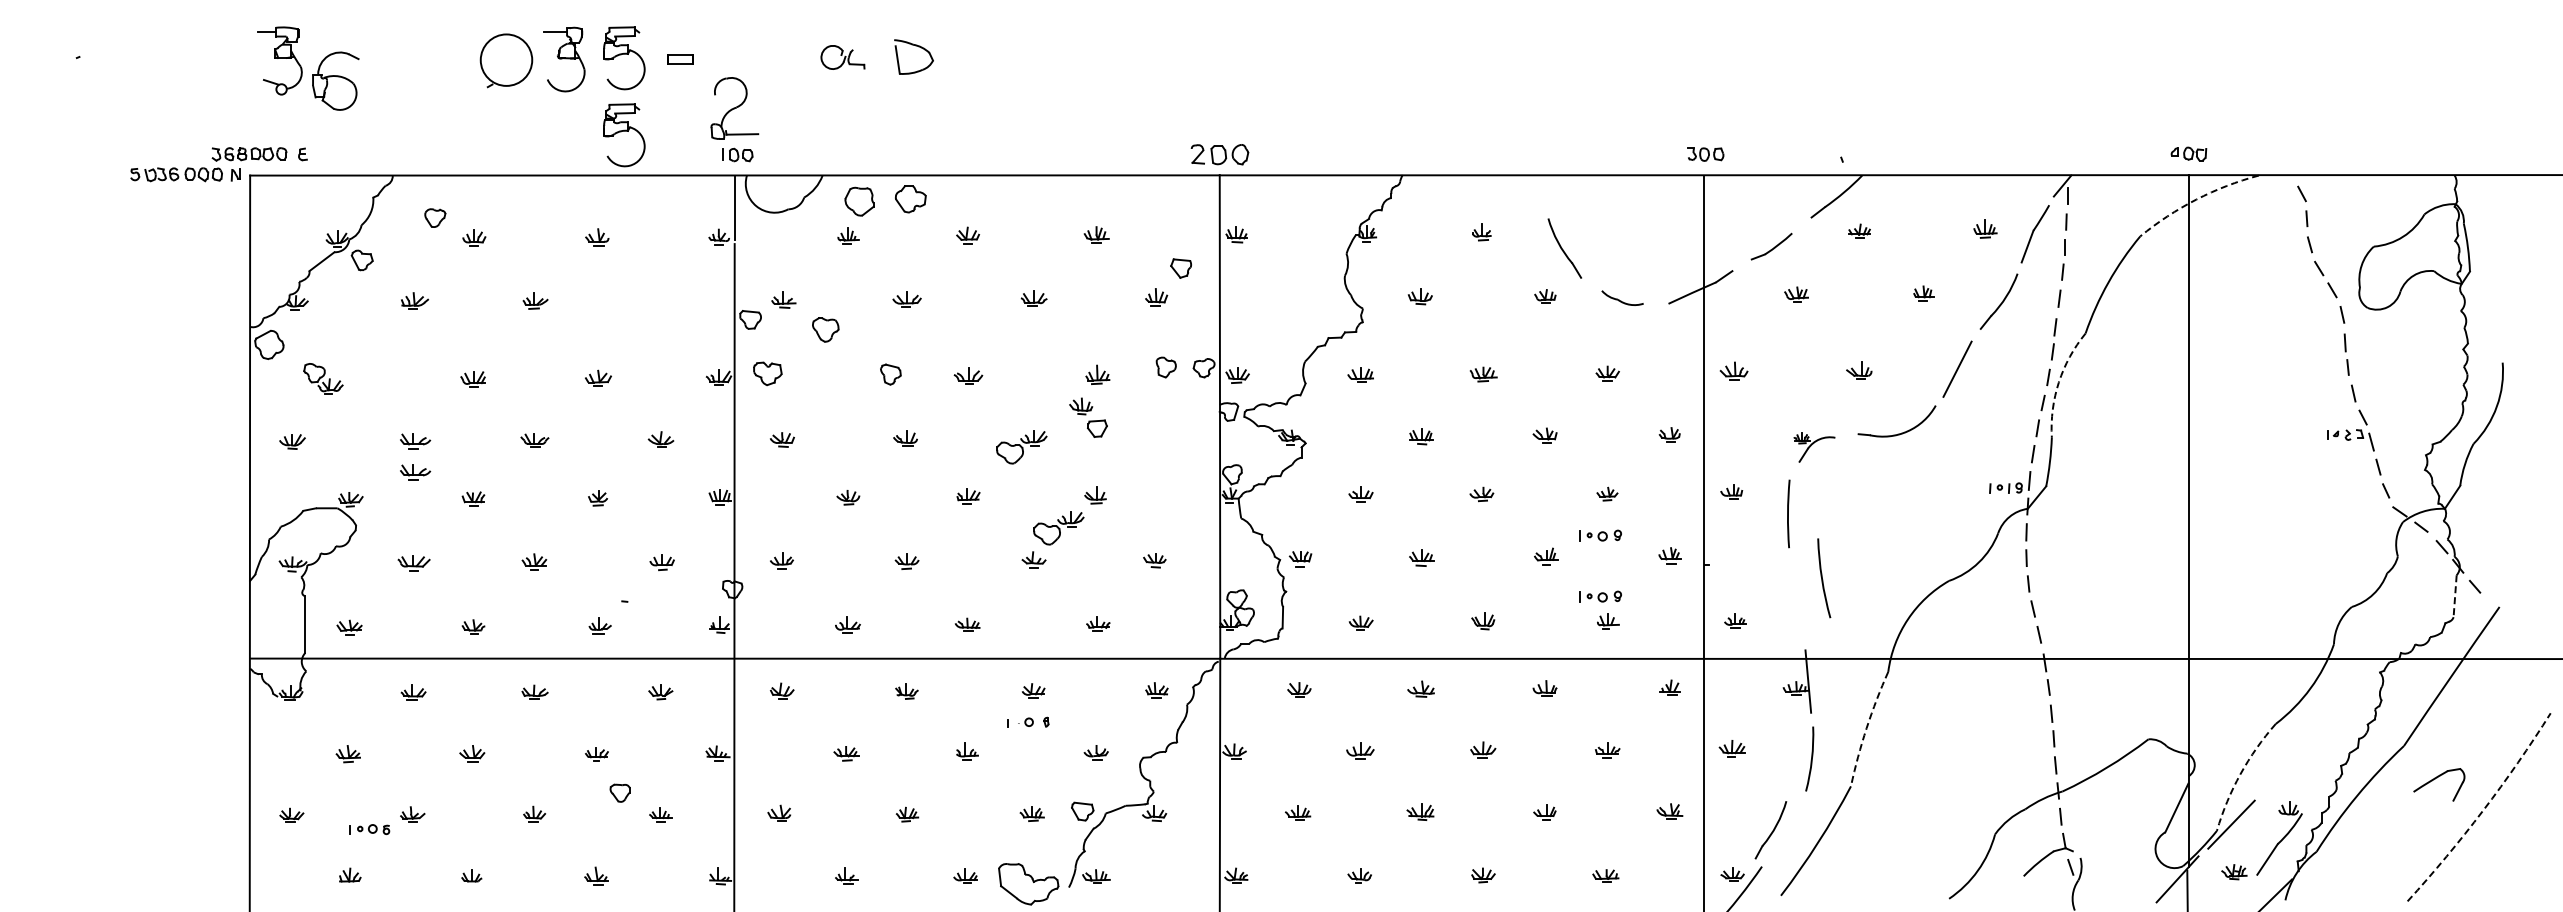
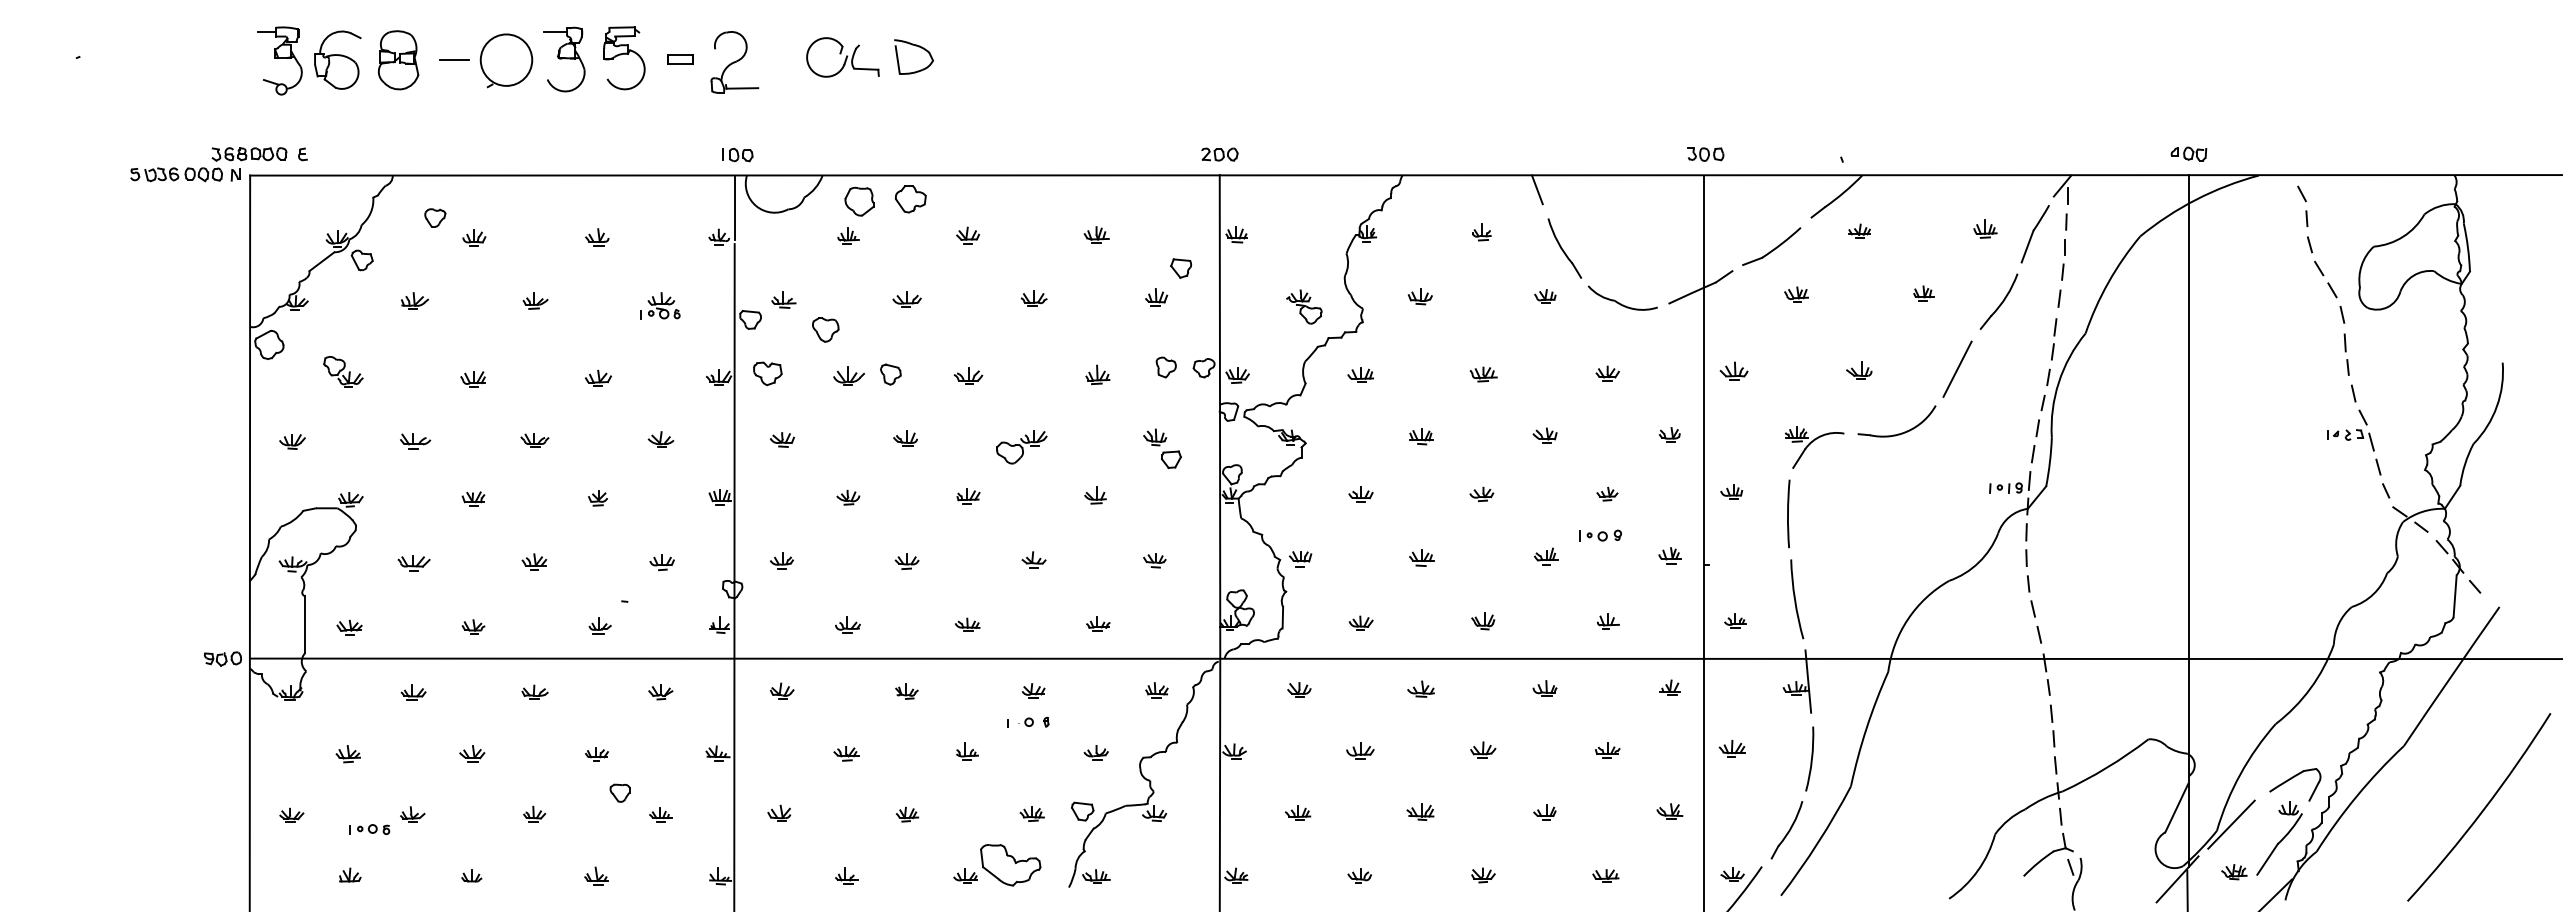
part at (842, 57) size: 46x25 px -> 74x41 px
line at (454, 59): none -> present
part at (398, 60): none -> present
part at (335, 80) position: (335, 80) -> (337, 59)
part at (734, 108) position: (734, 108) -> (734, 62)
part at (624, 135): present -> none
part at (1219, 154) size: 60x22 px -> 38x15 px
line at (1537, 189): none -> present
arc at (2196, 199): dashed -> solid
part at (1771, 246) size: 43x29 px -> 60x39 px
part at (1622, 297) size: 43x16 px -> 71x26 px
part at (660, 305): none -> present
part at (1304, 306): none -> present
part at (848, 375): none -> present
part at (323, 378) position: (323, 378) -> (343, 371)
arc at (2058, 382): dashed -> solid
part at (1088, 417) position: (1088, 417) -> (1162, 448)
part at (1814, 447) size: 43x31 px -> 61x43 px
part at (415, 472): present -> none
part at (1058, 528): present -> none
arc at (1823, 579) position: (1823, 579) -> (1796, 600)
part at (1600, 596): present -> none
line at (2455, 596): dashed -> solid
part at (222, 658): none -> present
arc at (1866, 728): dashed -> solid
arc at (2240, 774): dashed -> solid
part at (2437, 778) position: (2437, 778) -> (2293, 778)
arc at (2483, 810): dashed -> solid
part at (1770, 830) position: (1770, 830) -> (1786, 830)
part at (1028, 884) position: (1028, 884) -> (1010, 865)
